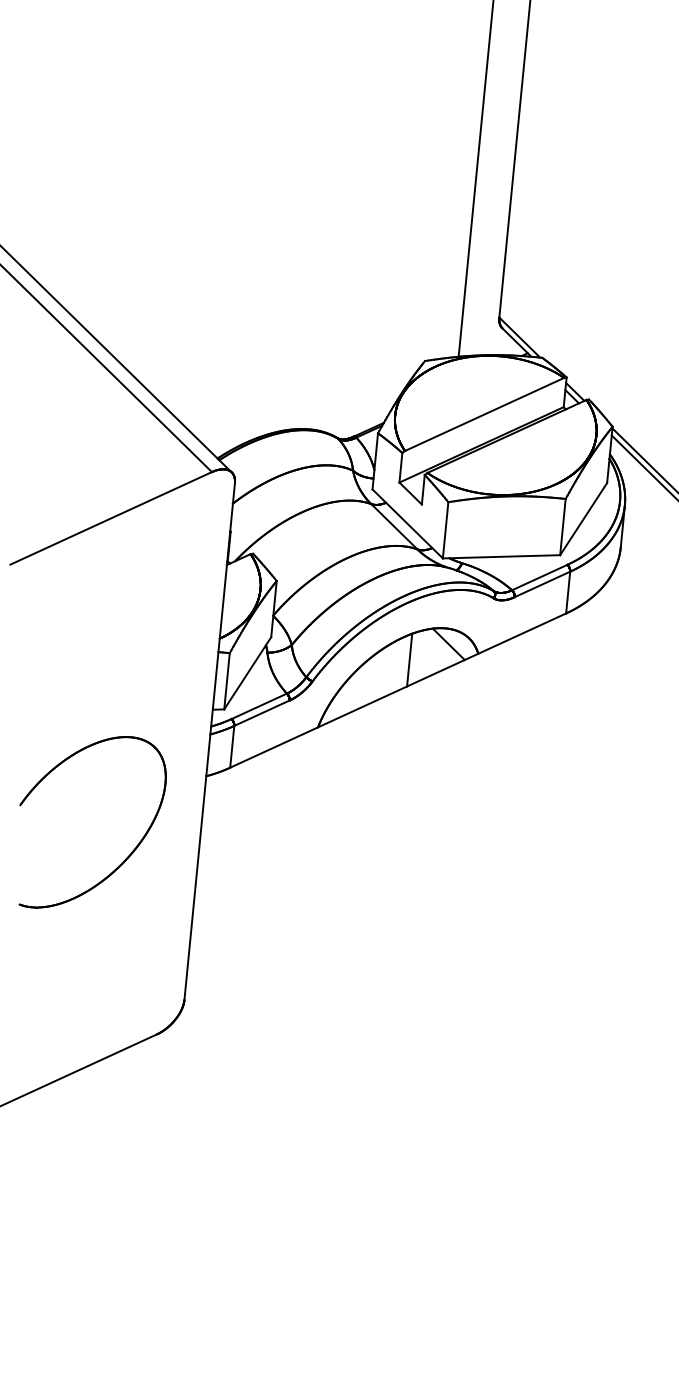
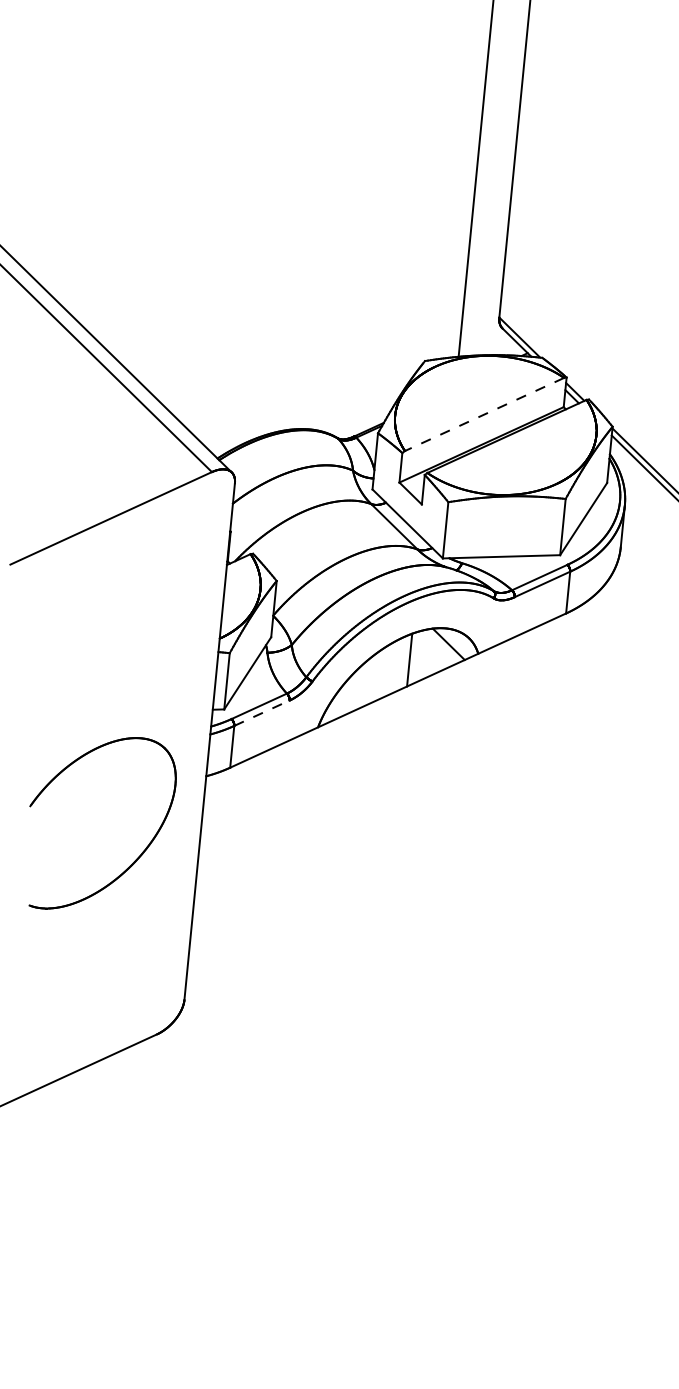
line at (484, 414): solid -> dashed
line at (262, 712): solid -> dashed
part at (127, 856) position: (127, 856) -> (137, 857)
